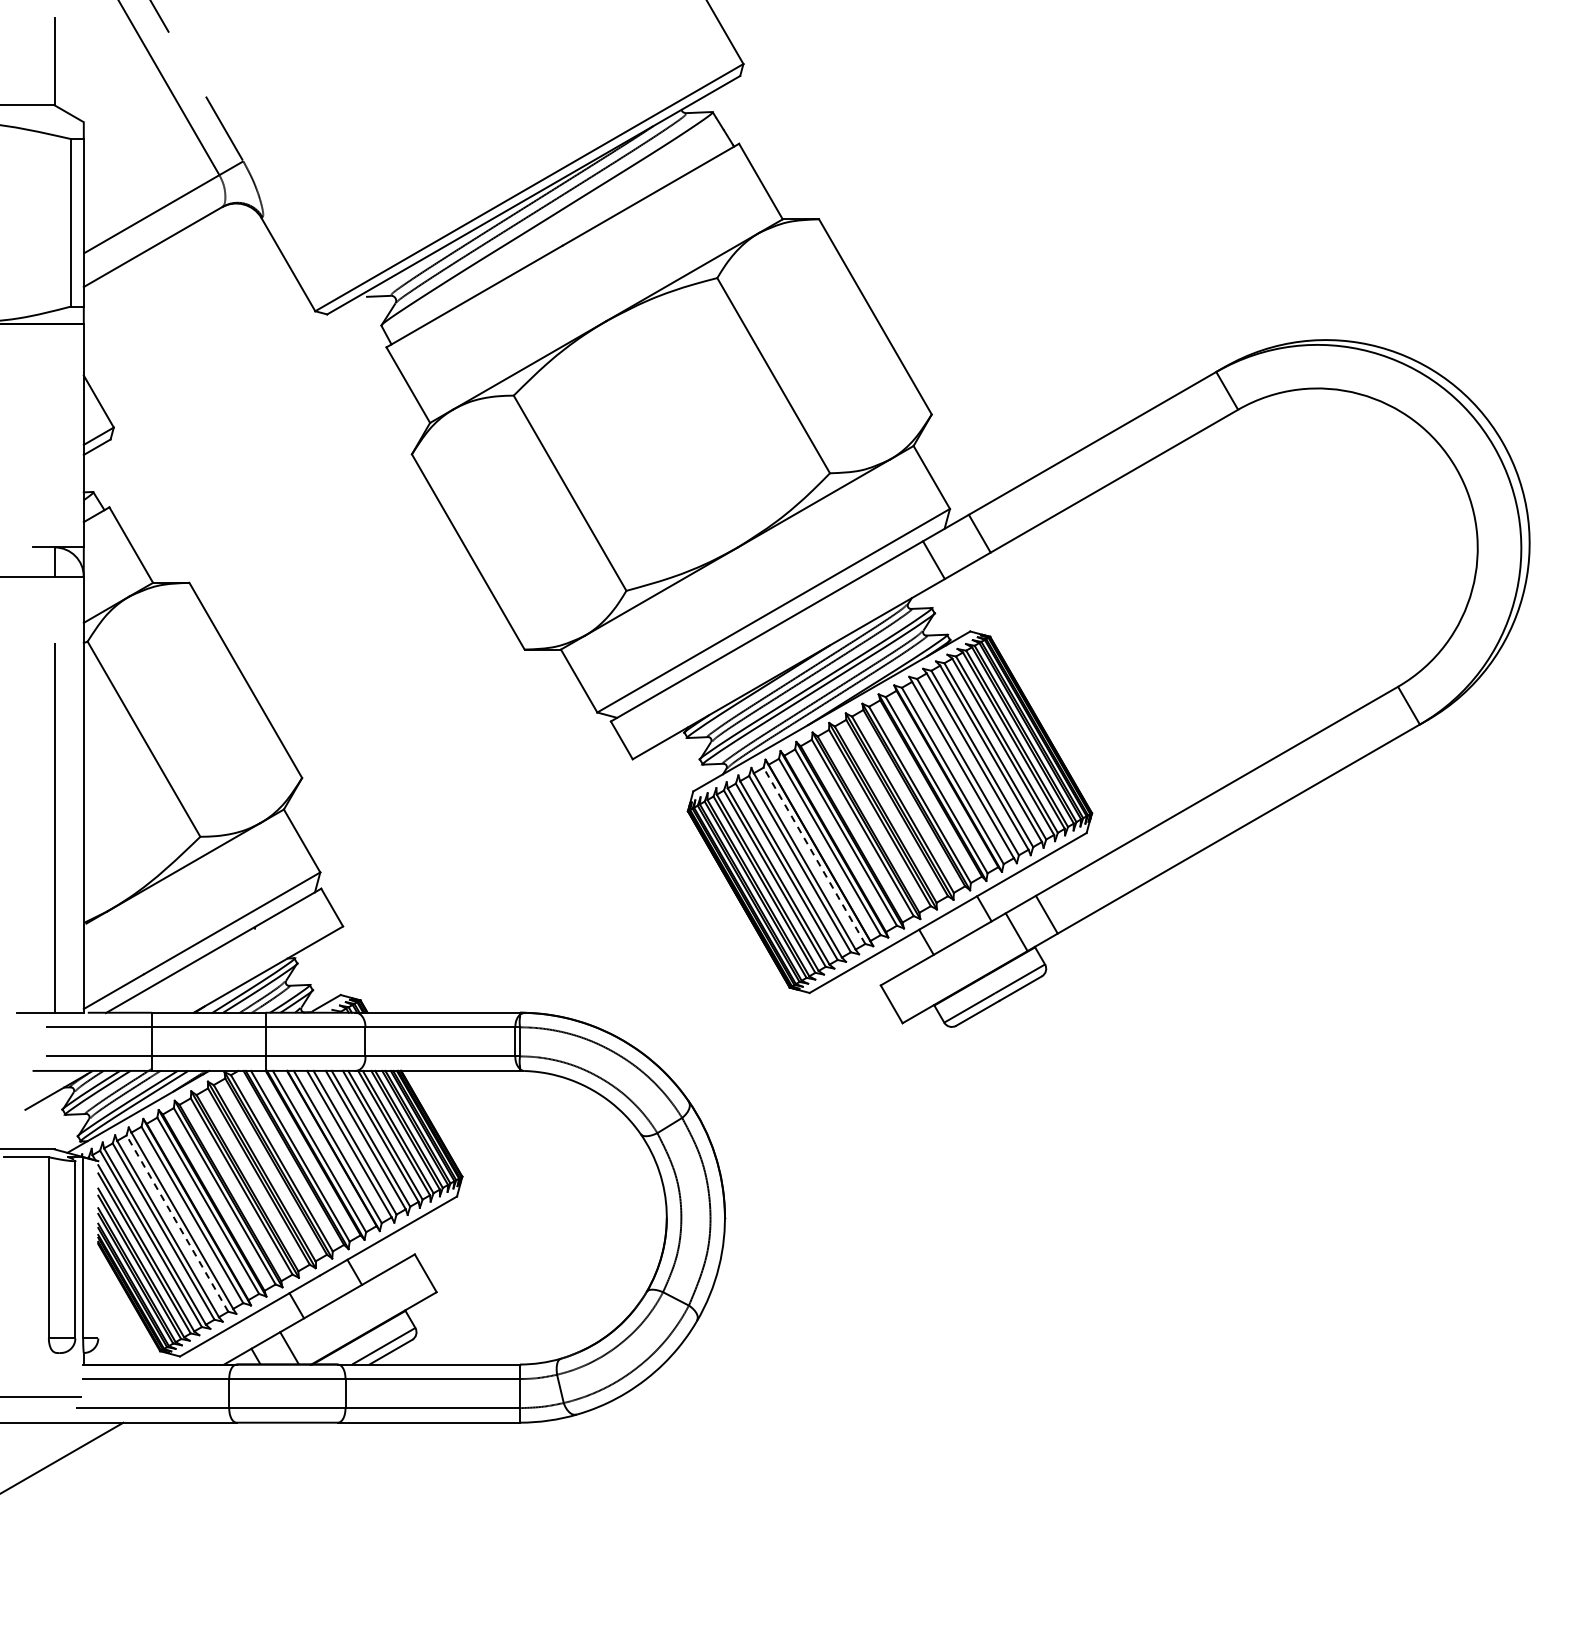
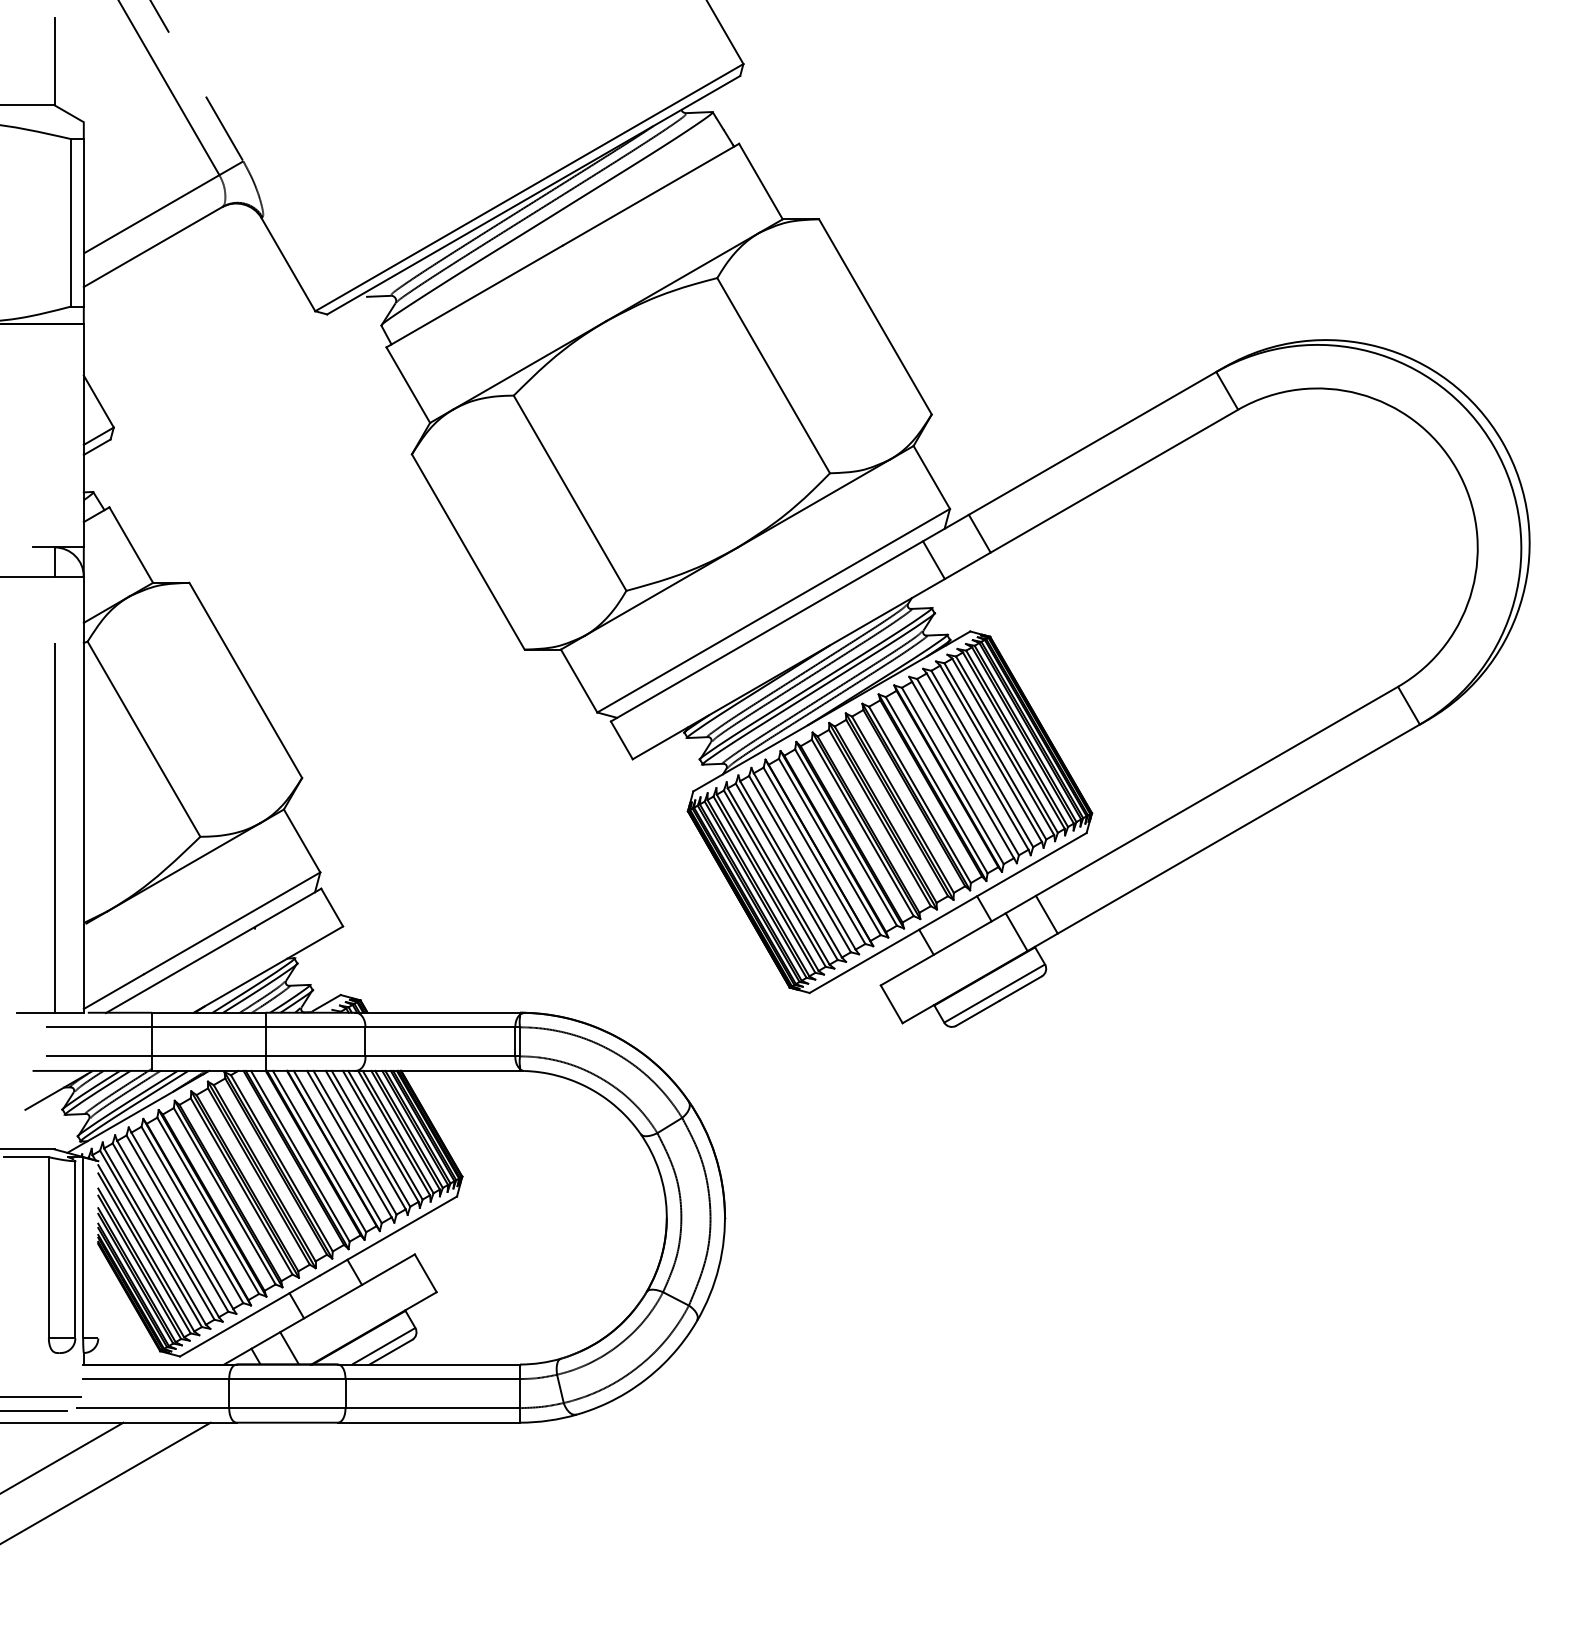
line at (814, 855): dashed -> solid
line at (177, 1223): dashed -> solid
line at (34, 1411): none -> present
line at (106, 1482): none -> present
